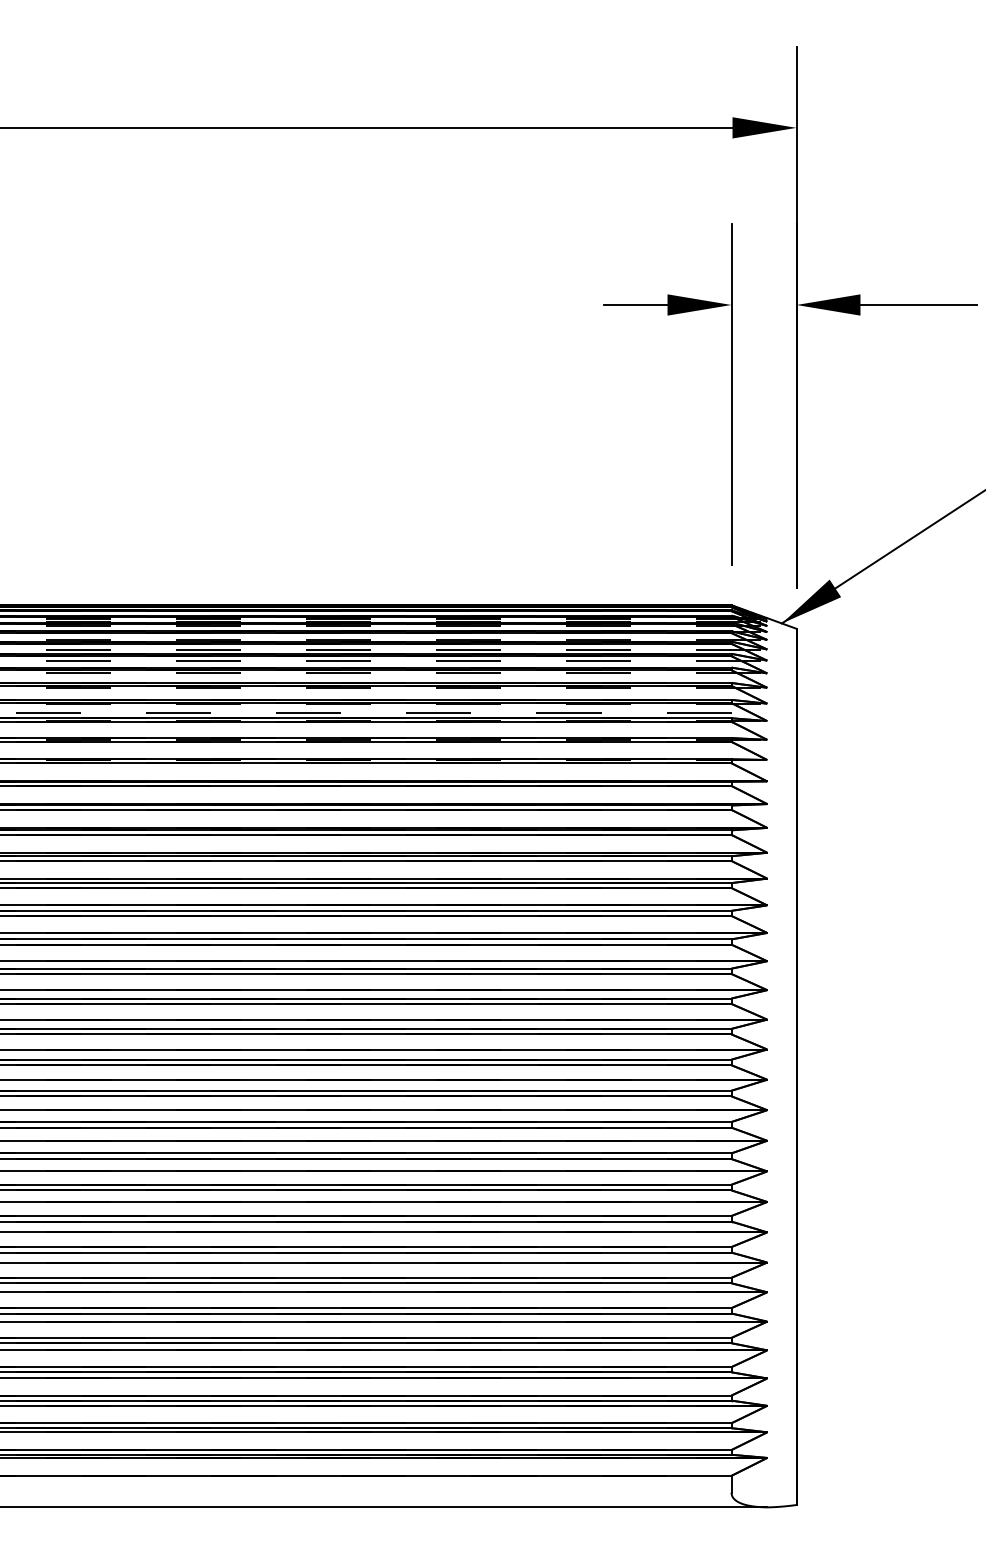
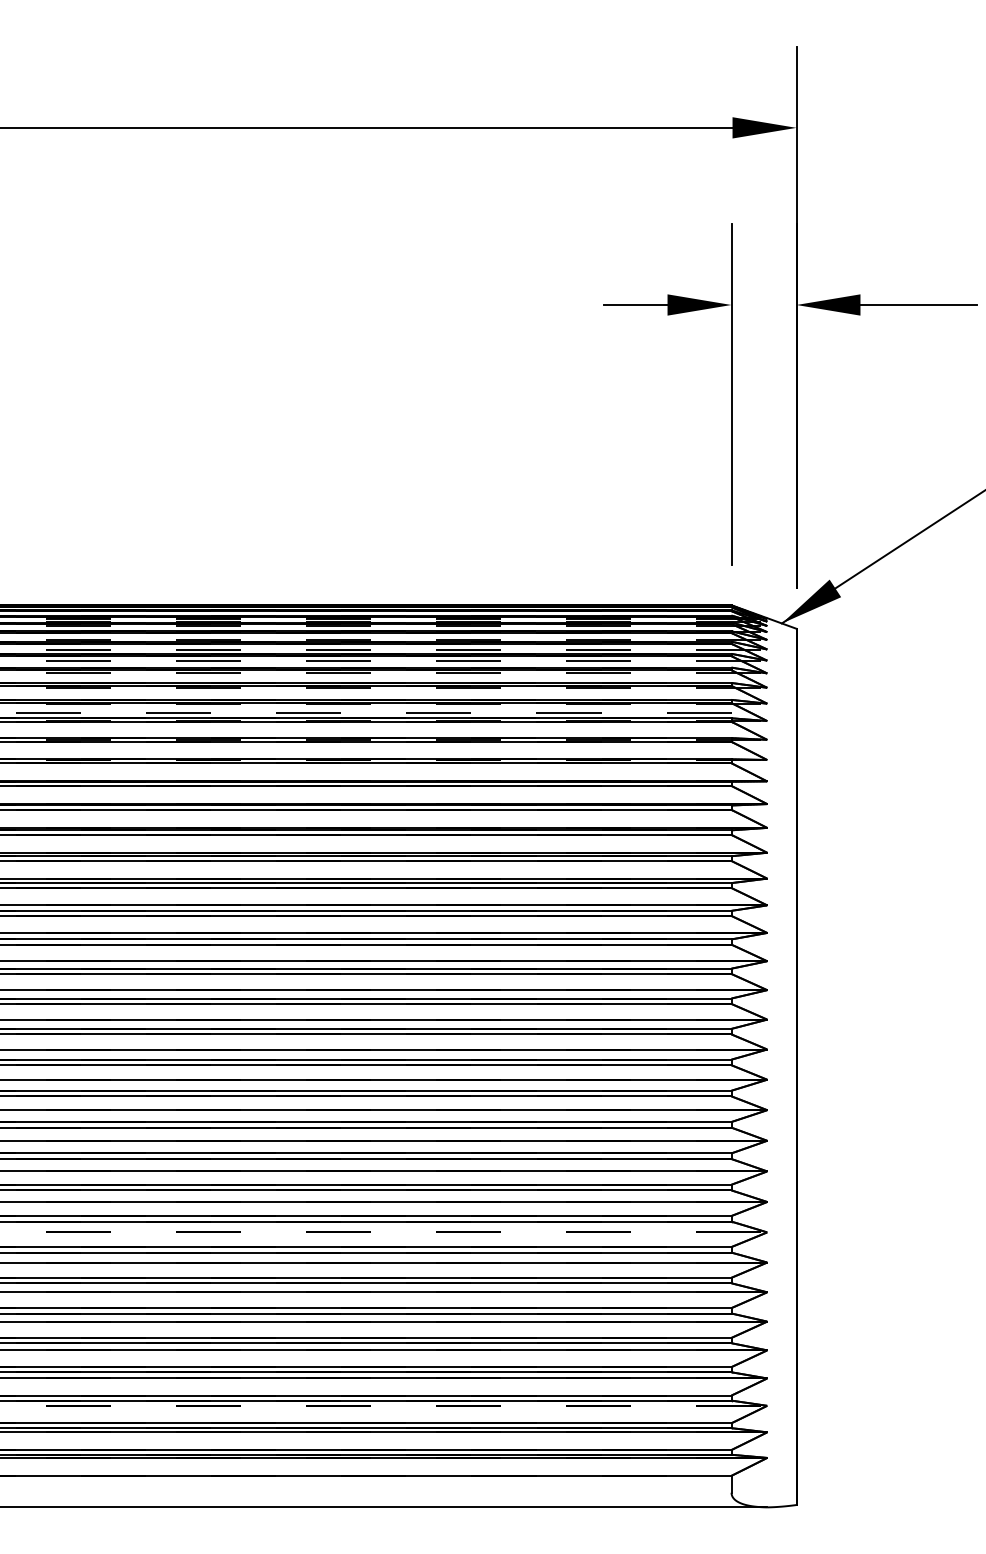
line at (384, 1232): solid -> dashed
line at (384, 1405): solid -> dashed
